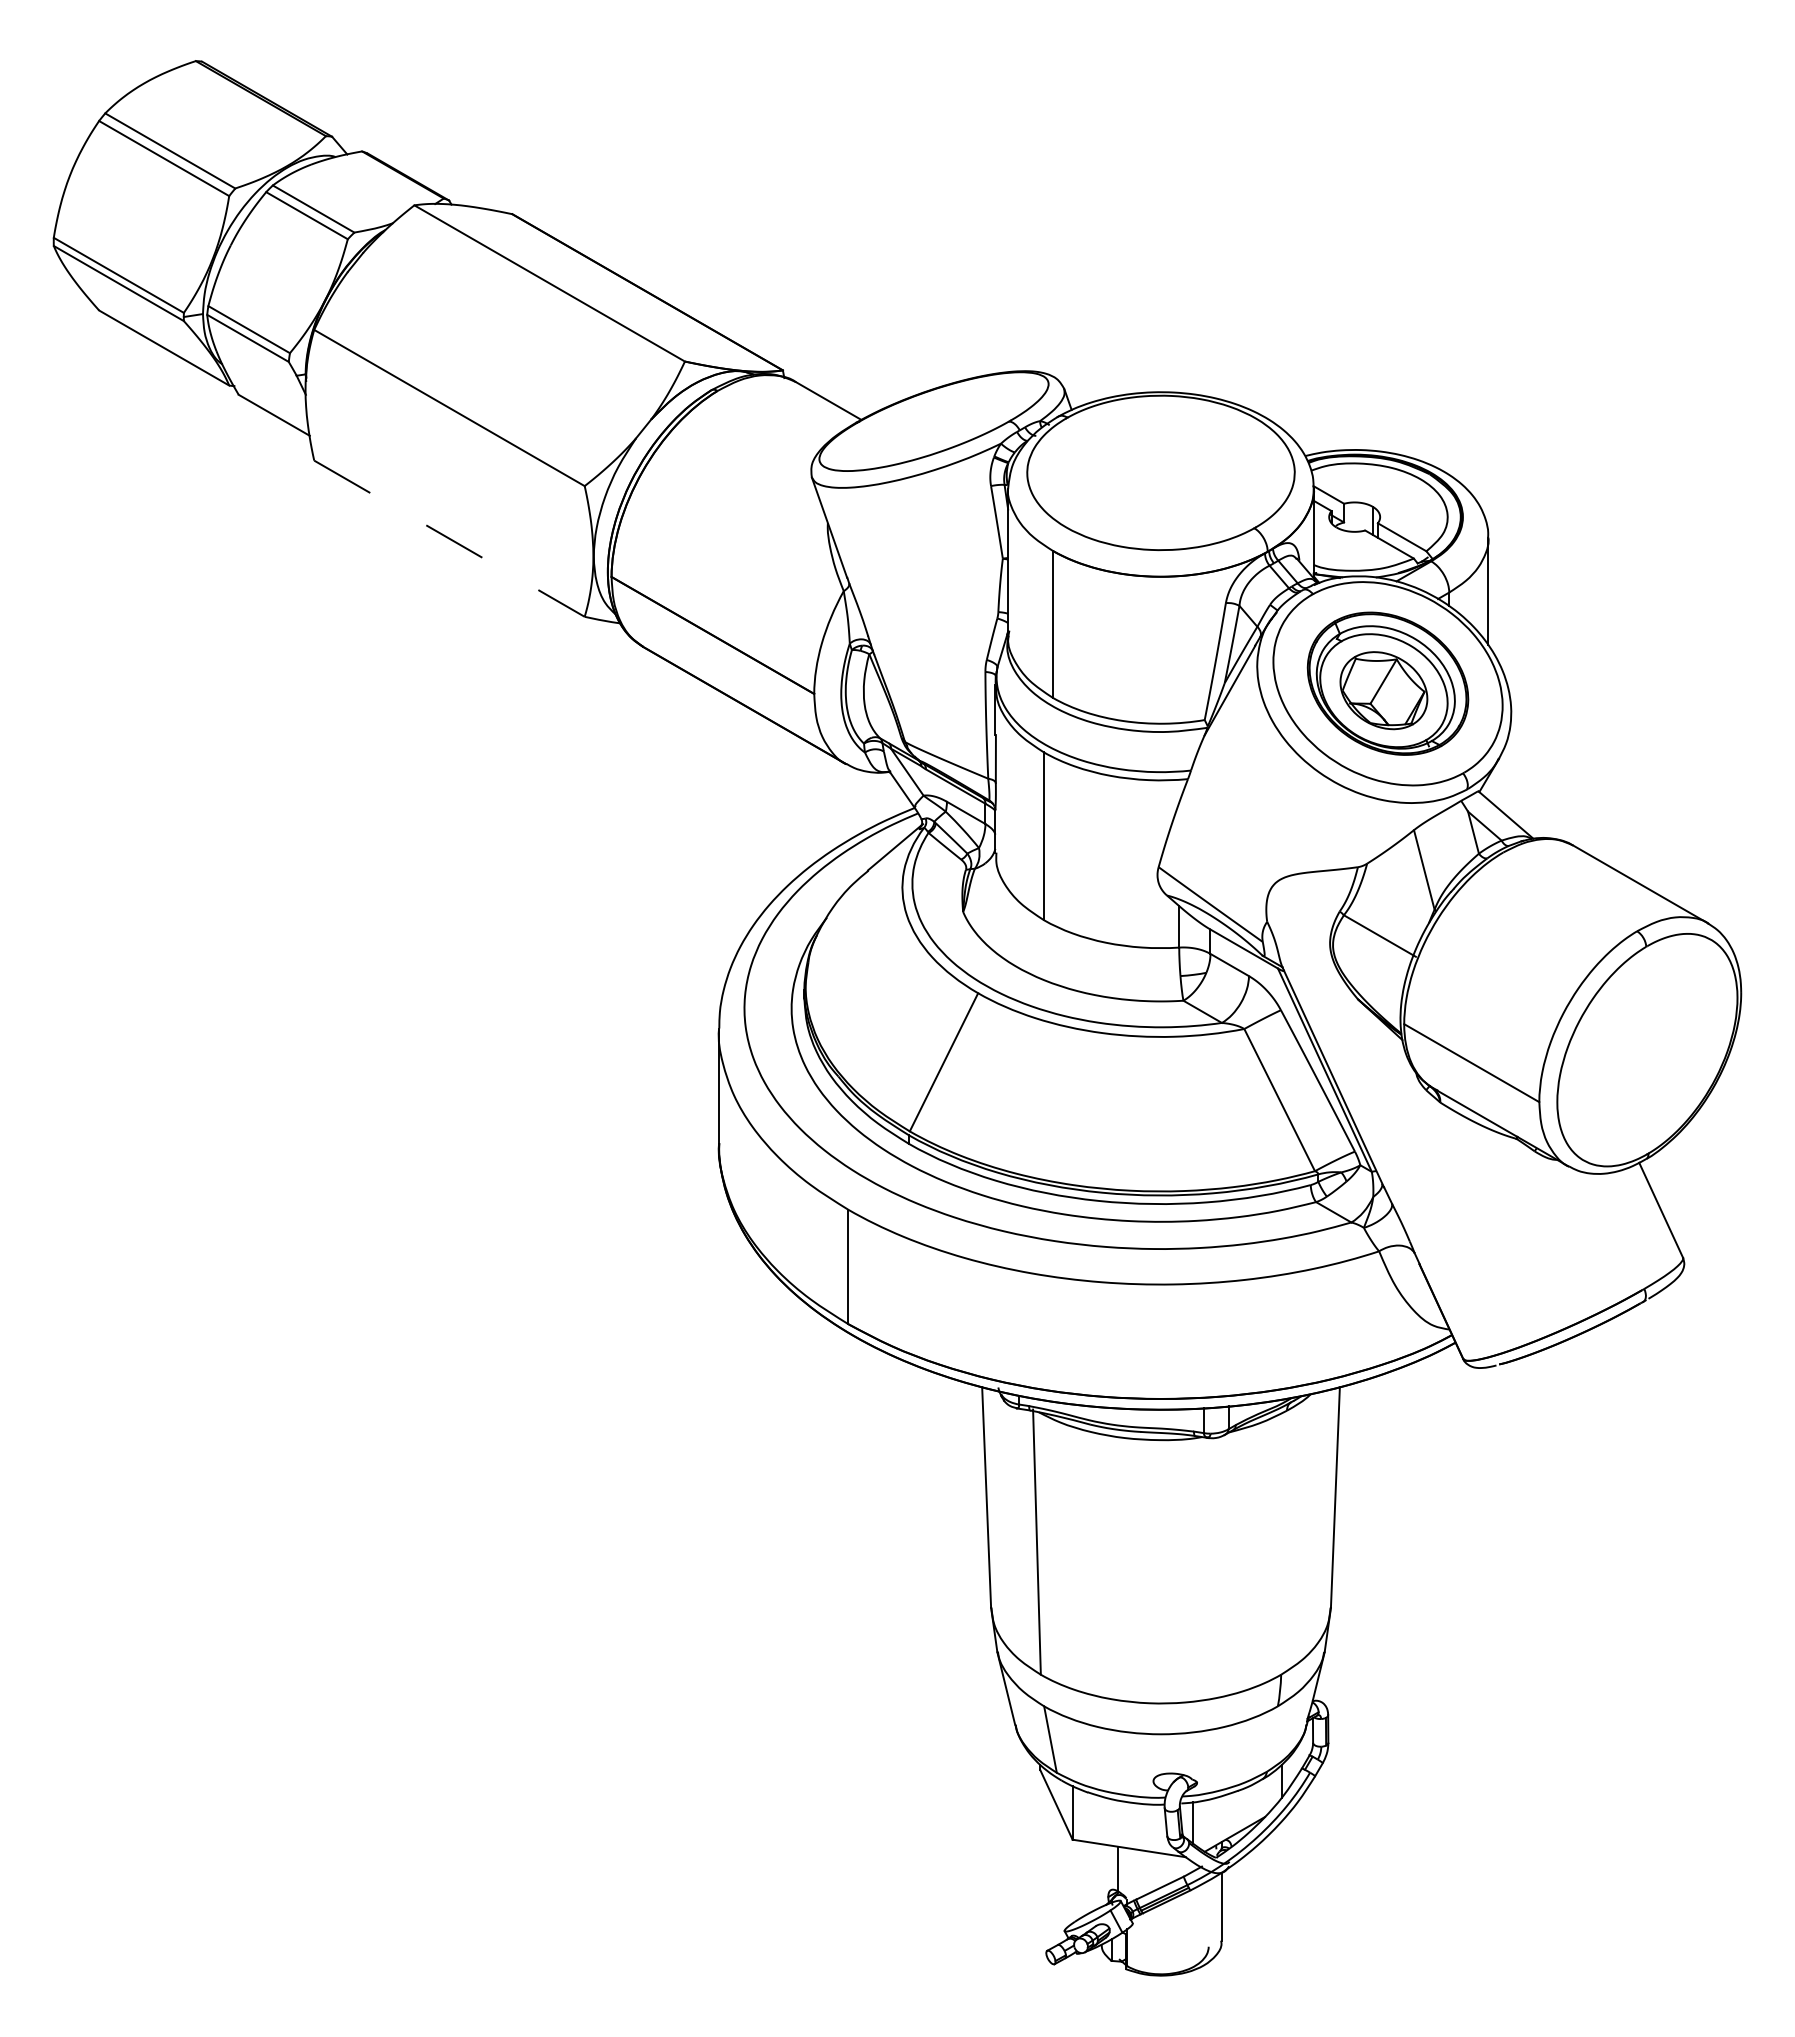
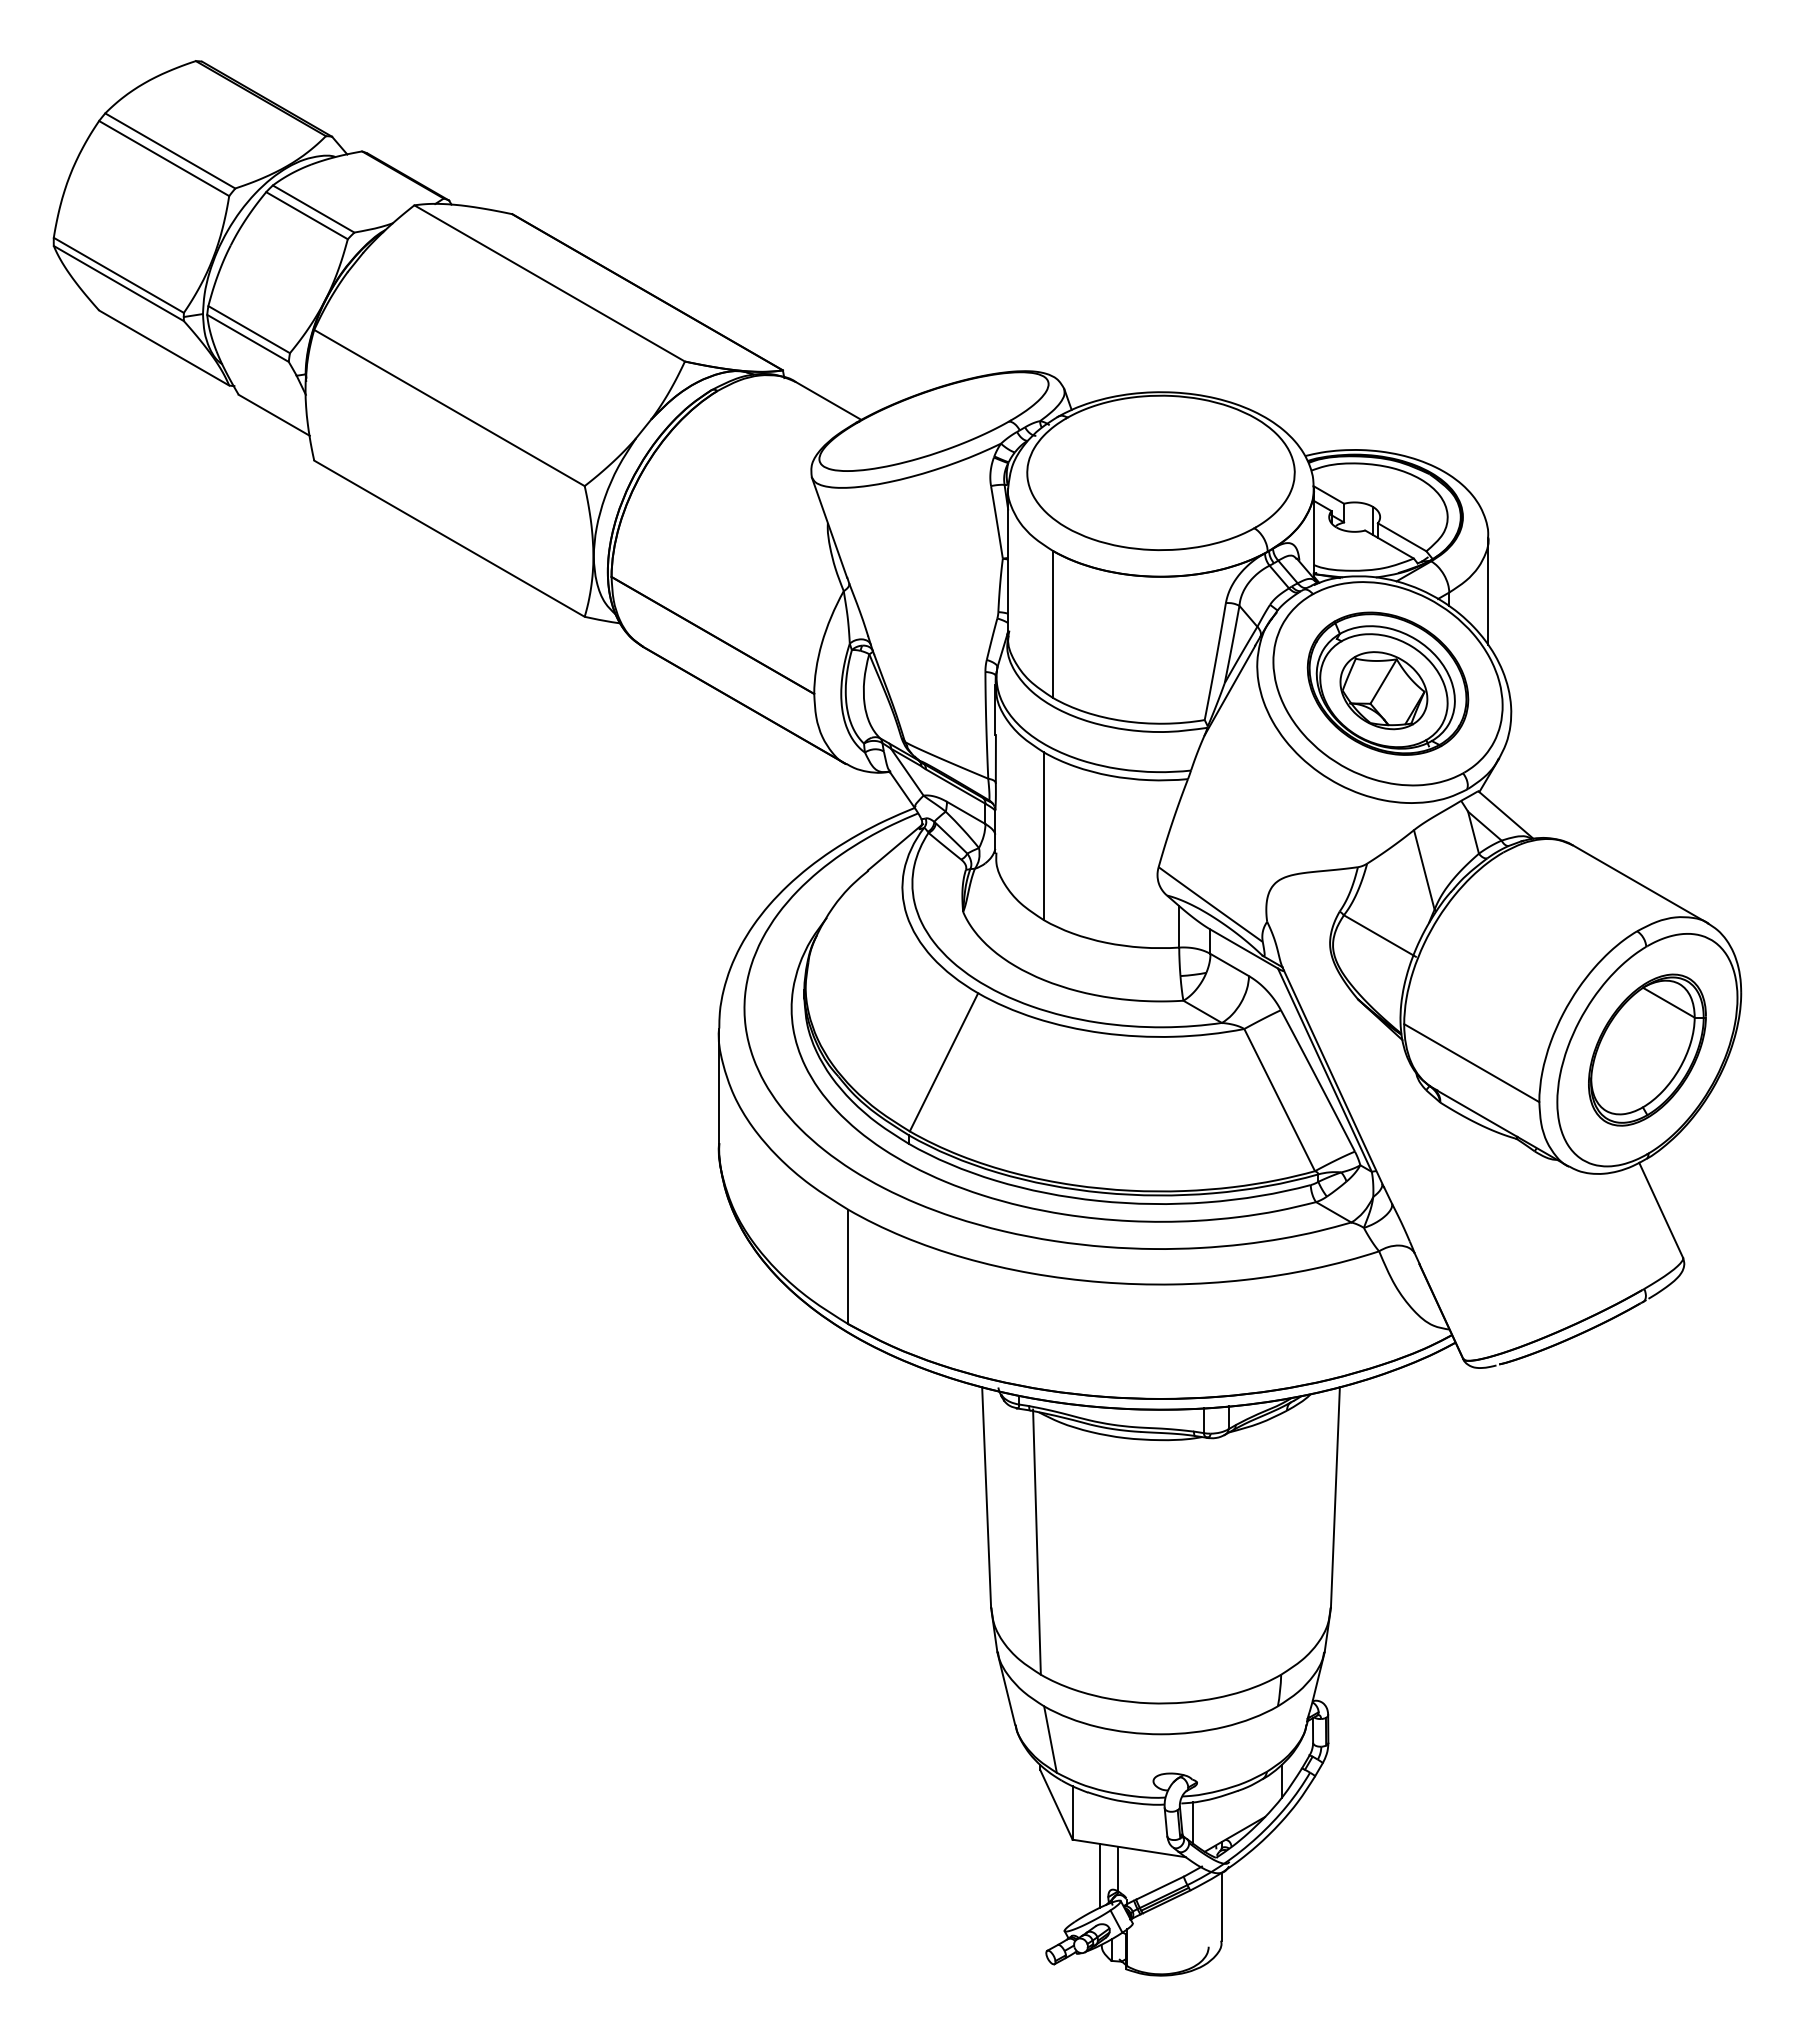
line at (449, 538): dashed -> solid
part at (1647, 1049): none -> present
line at (1100, 1875): none -> present
